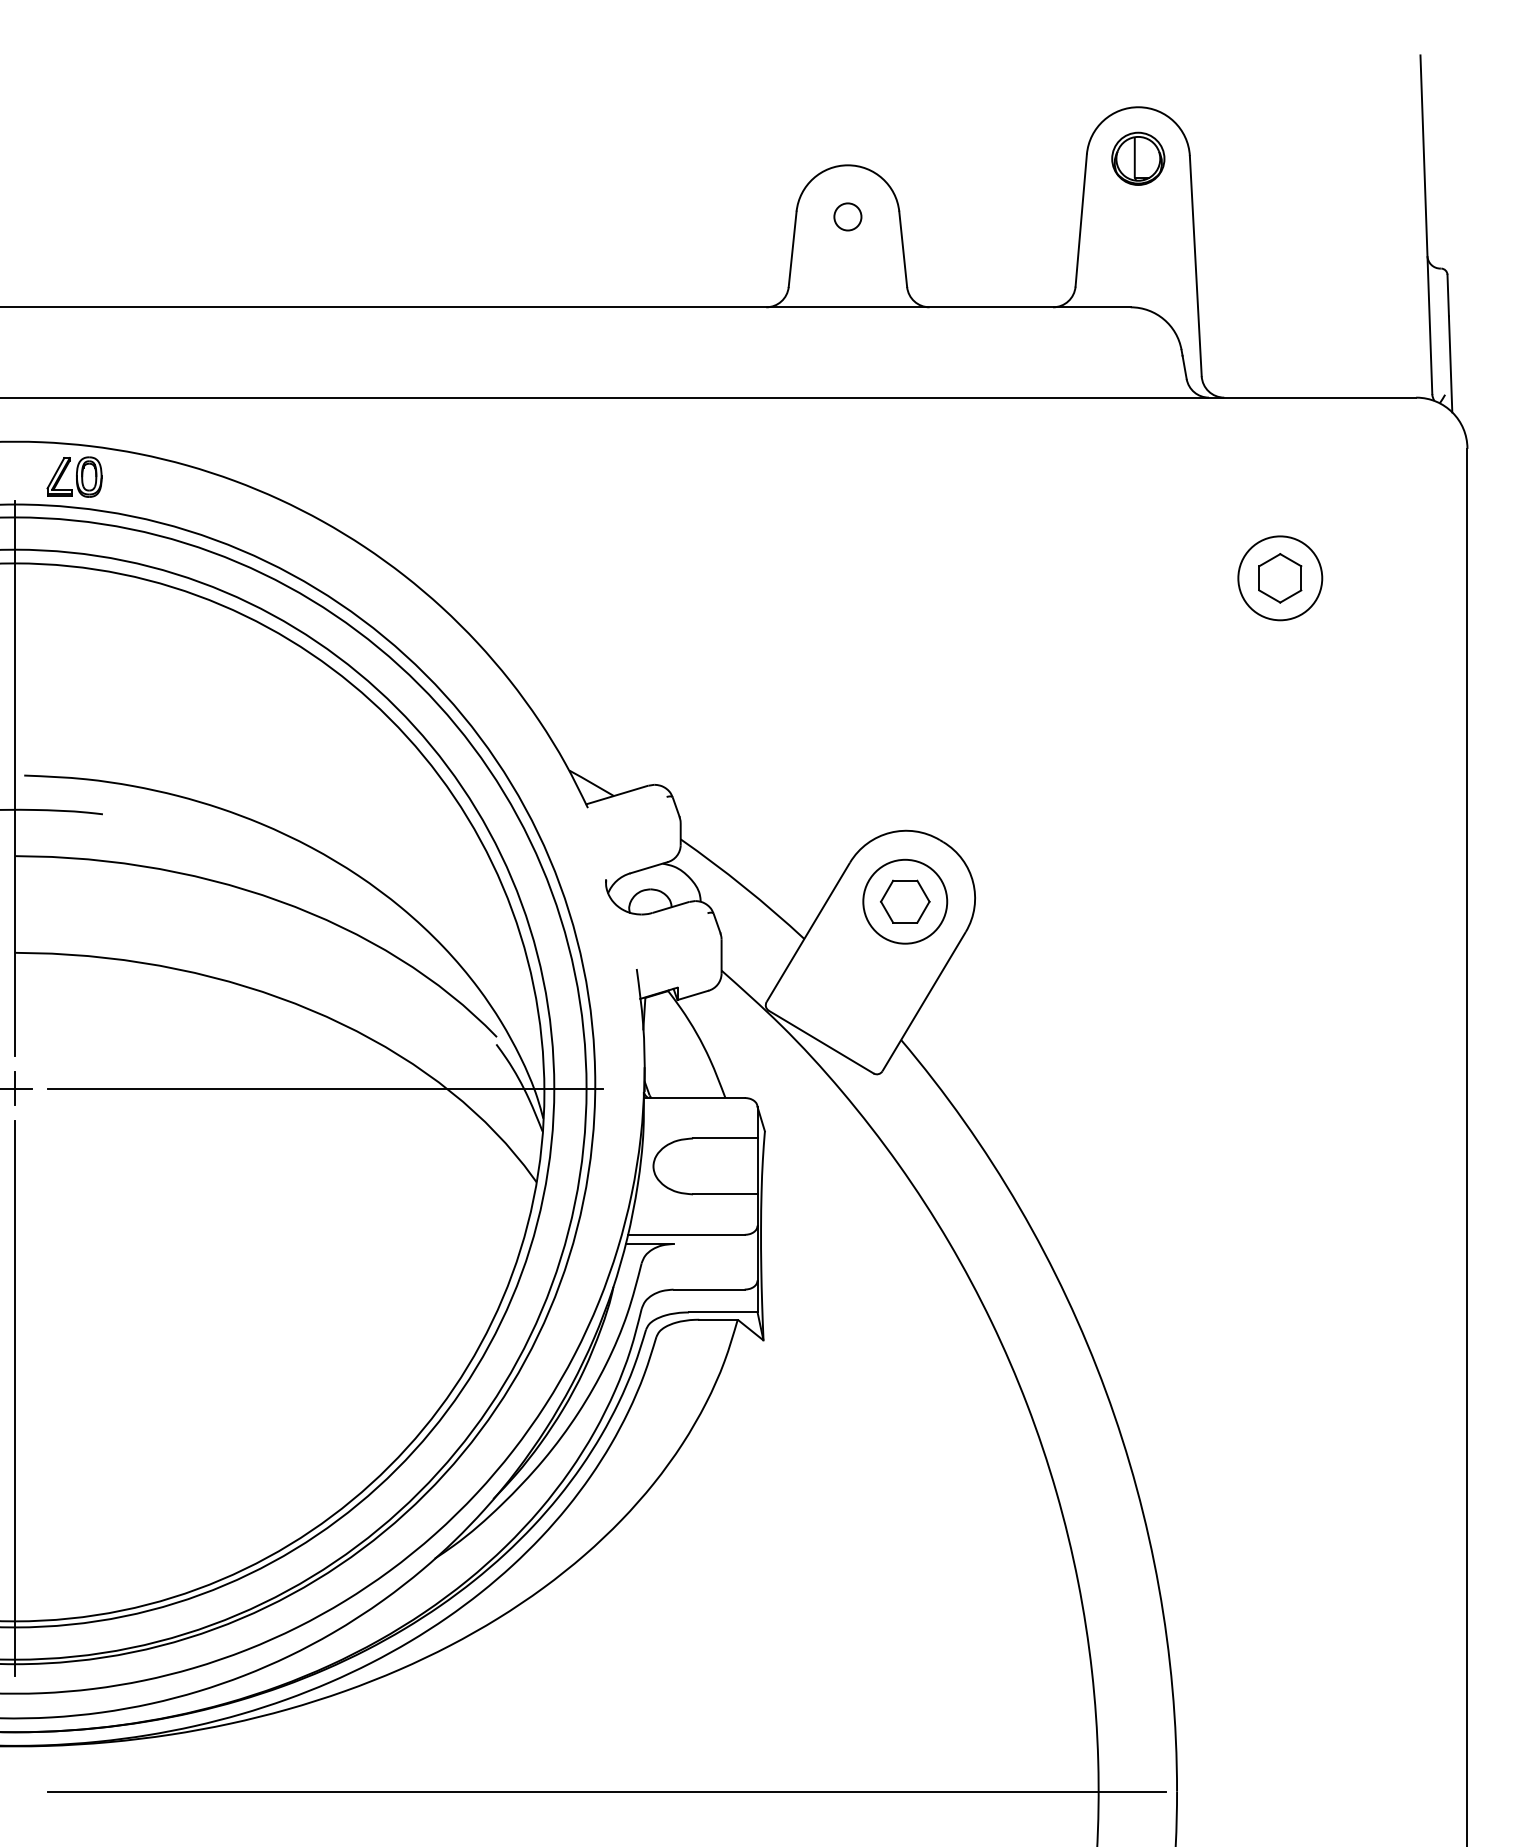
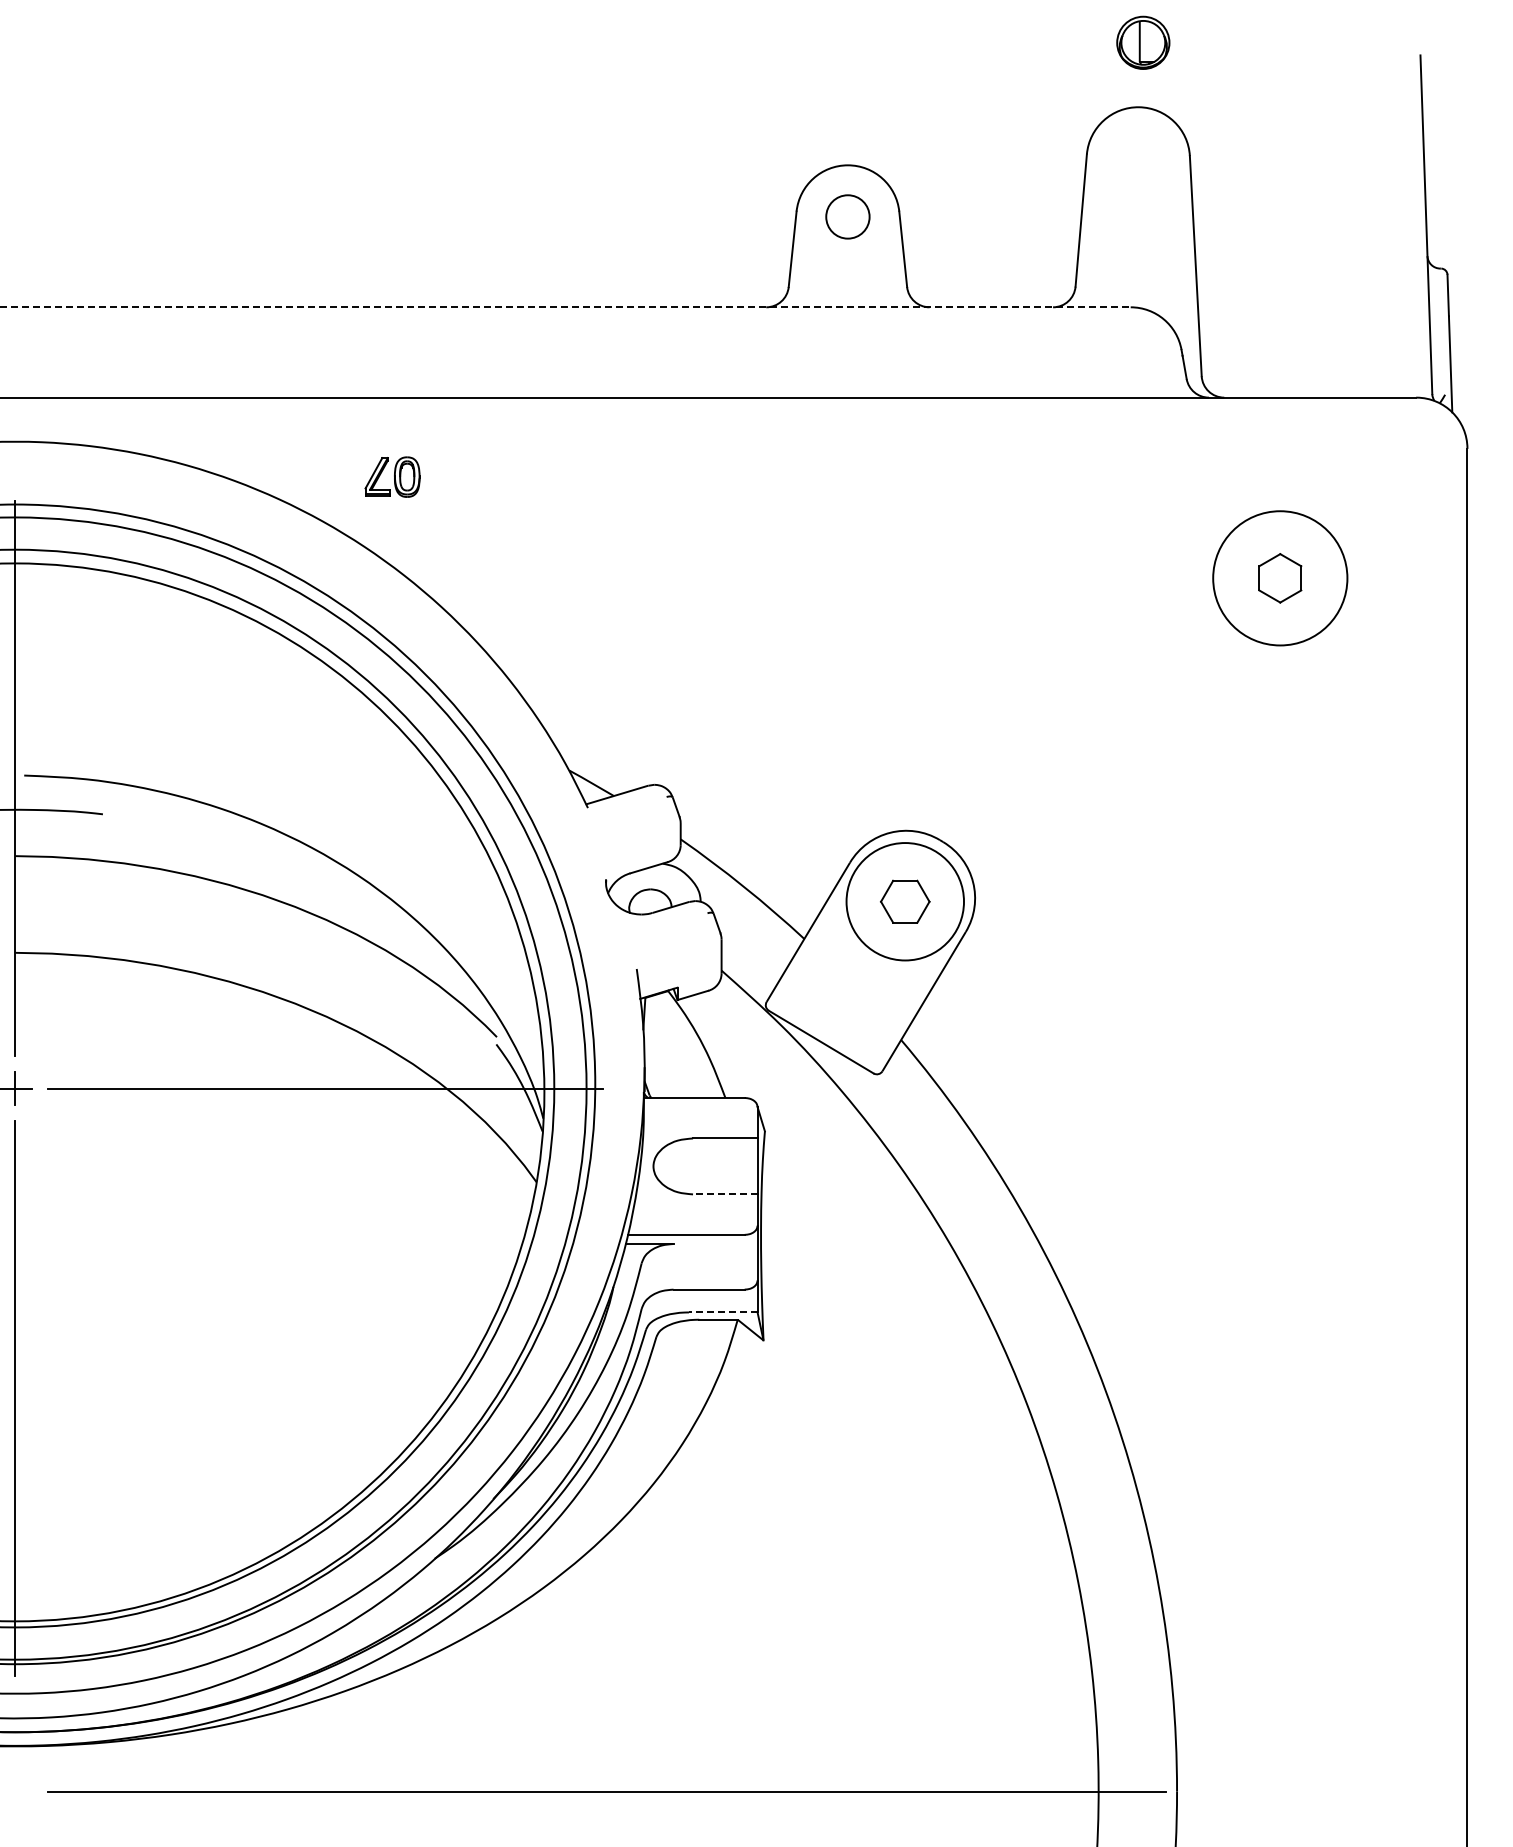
part at (1138, 158) position: (1138, 158) -> (1143, 42)
circle at (847, 216) diameter: 27 px -> 43 px
line at (565, 307): solid -> dashed
part at (74, 476) position: (74, 476) -> (392, 476)
circle at (1280, 578) diameter: 84 px -> 134 px
circle at (905, 901) diameter: 84 px -> 117 px
line at (724, 1194): solid -> dashed
line at (722, 1312): solid -> dashed
